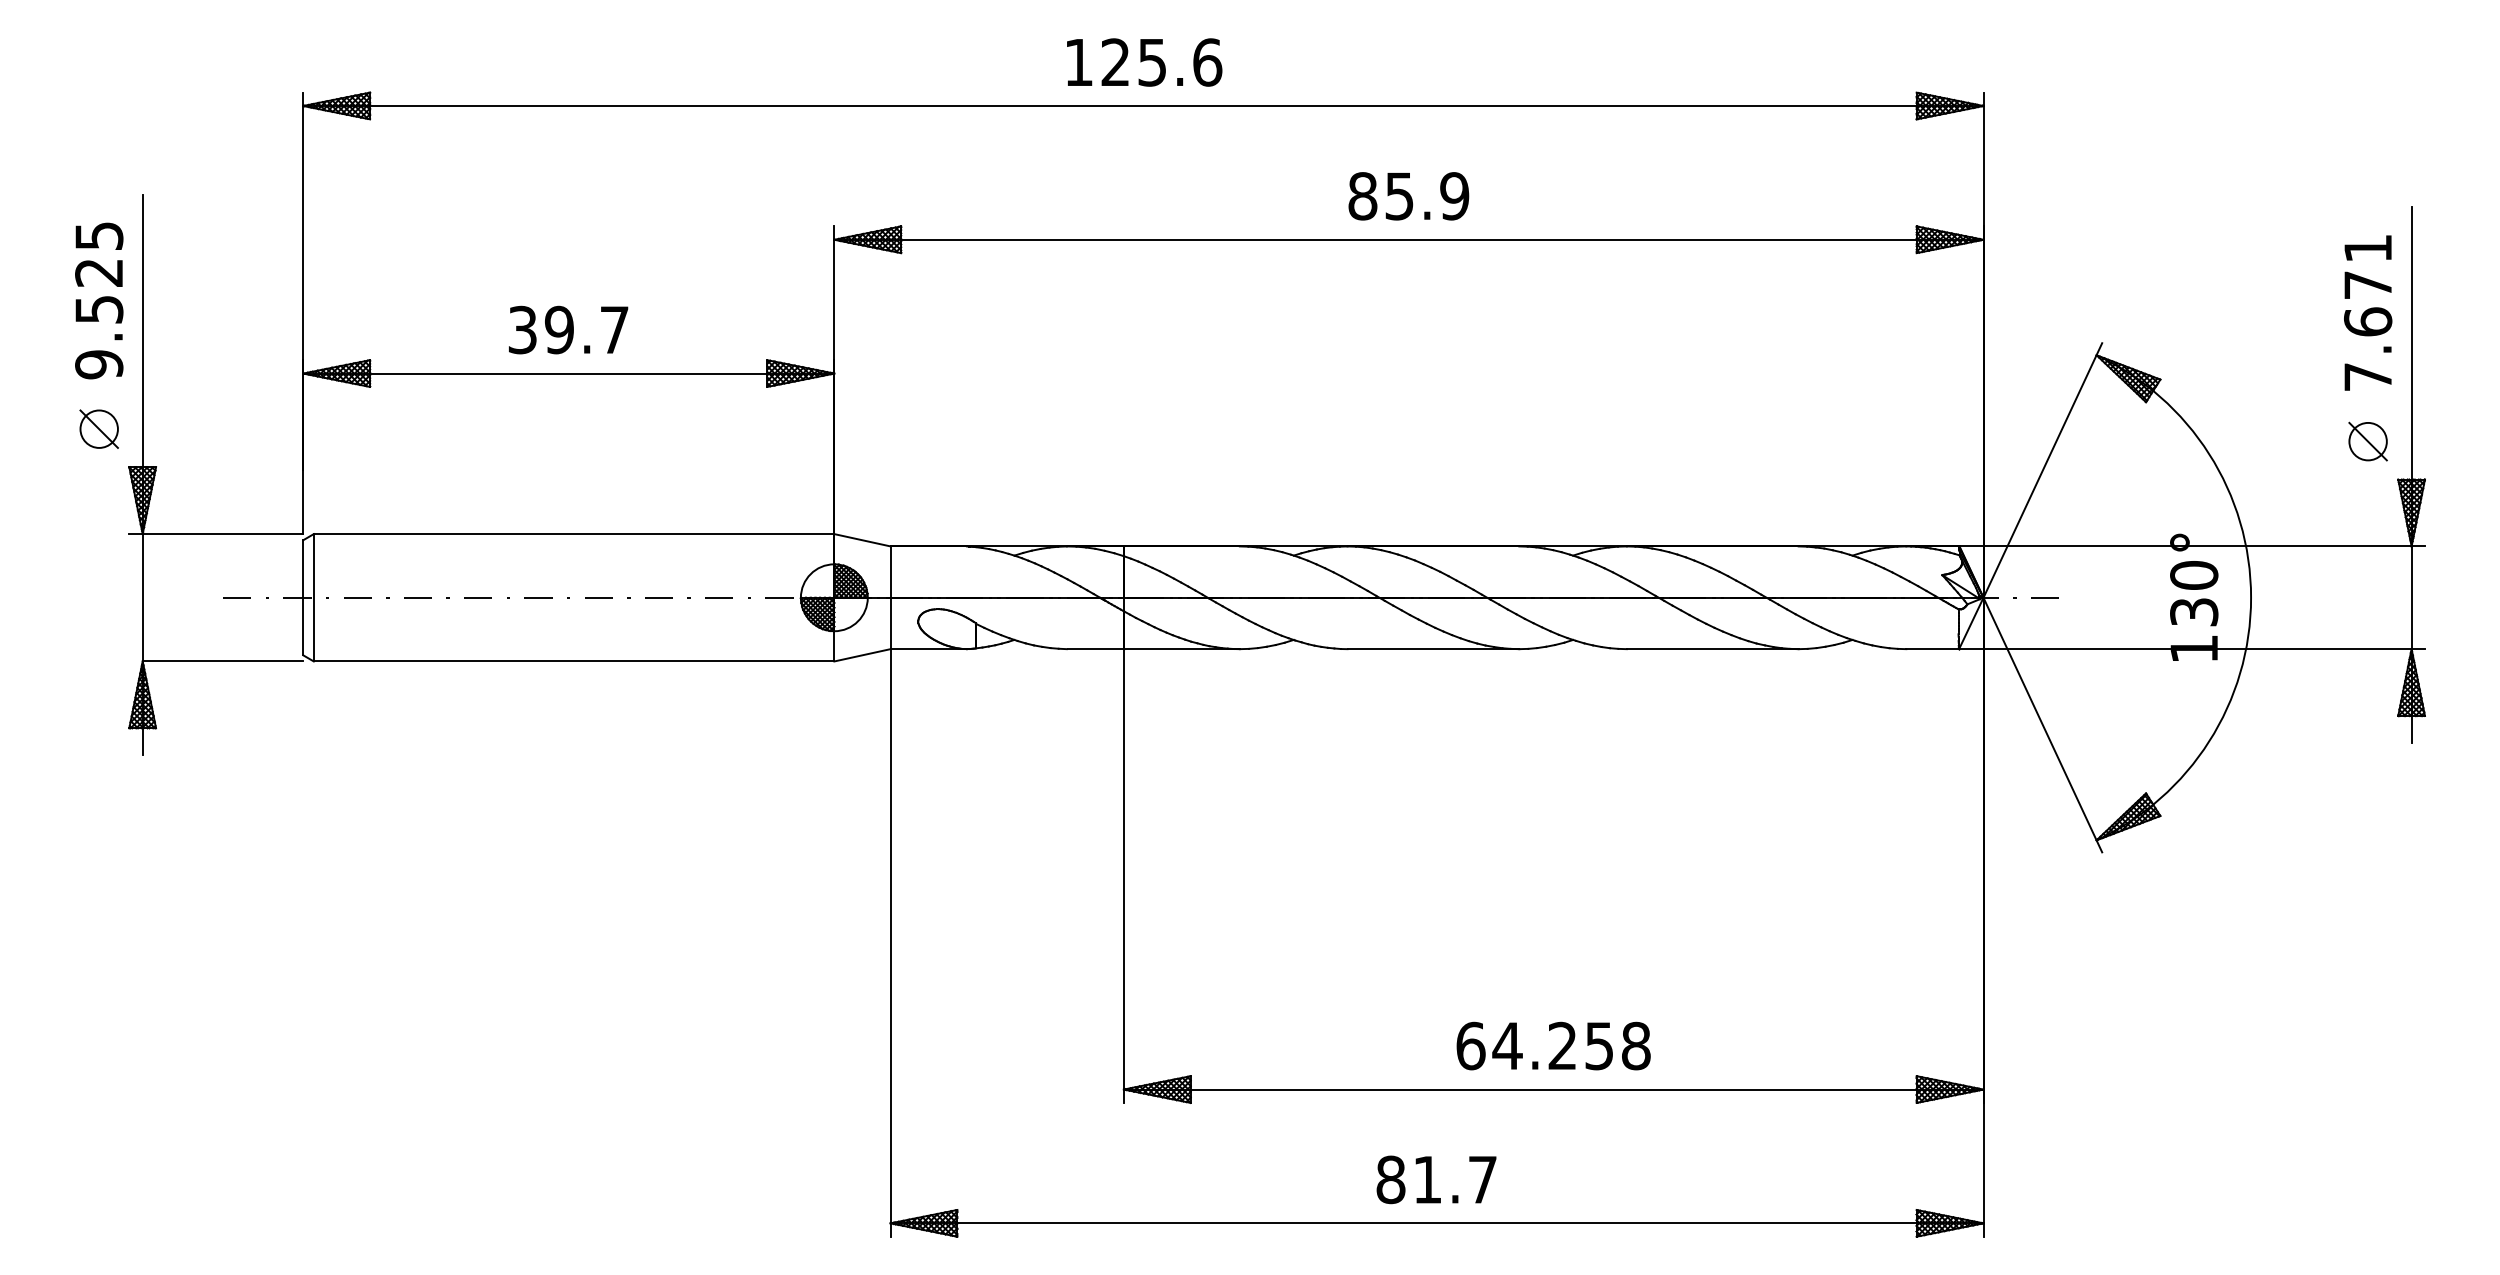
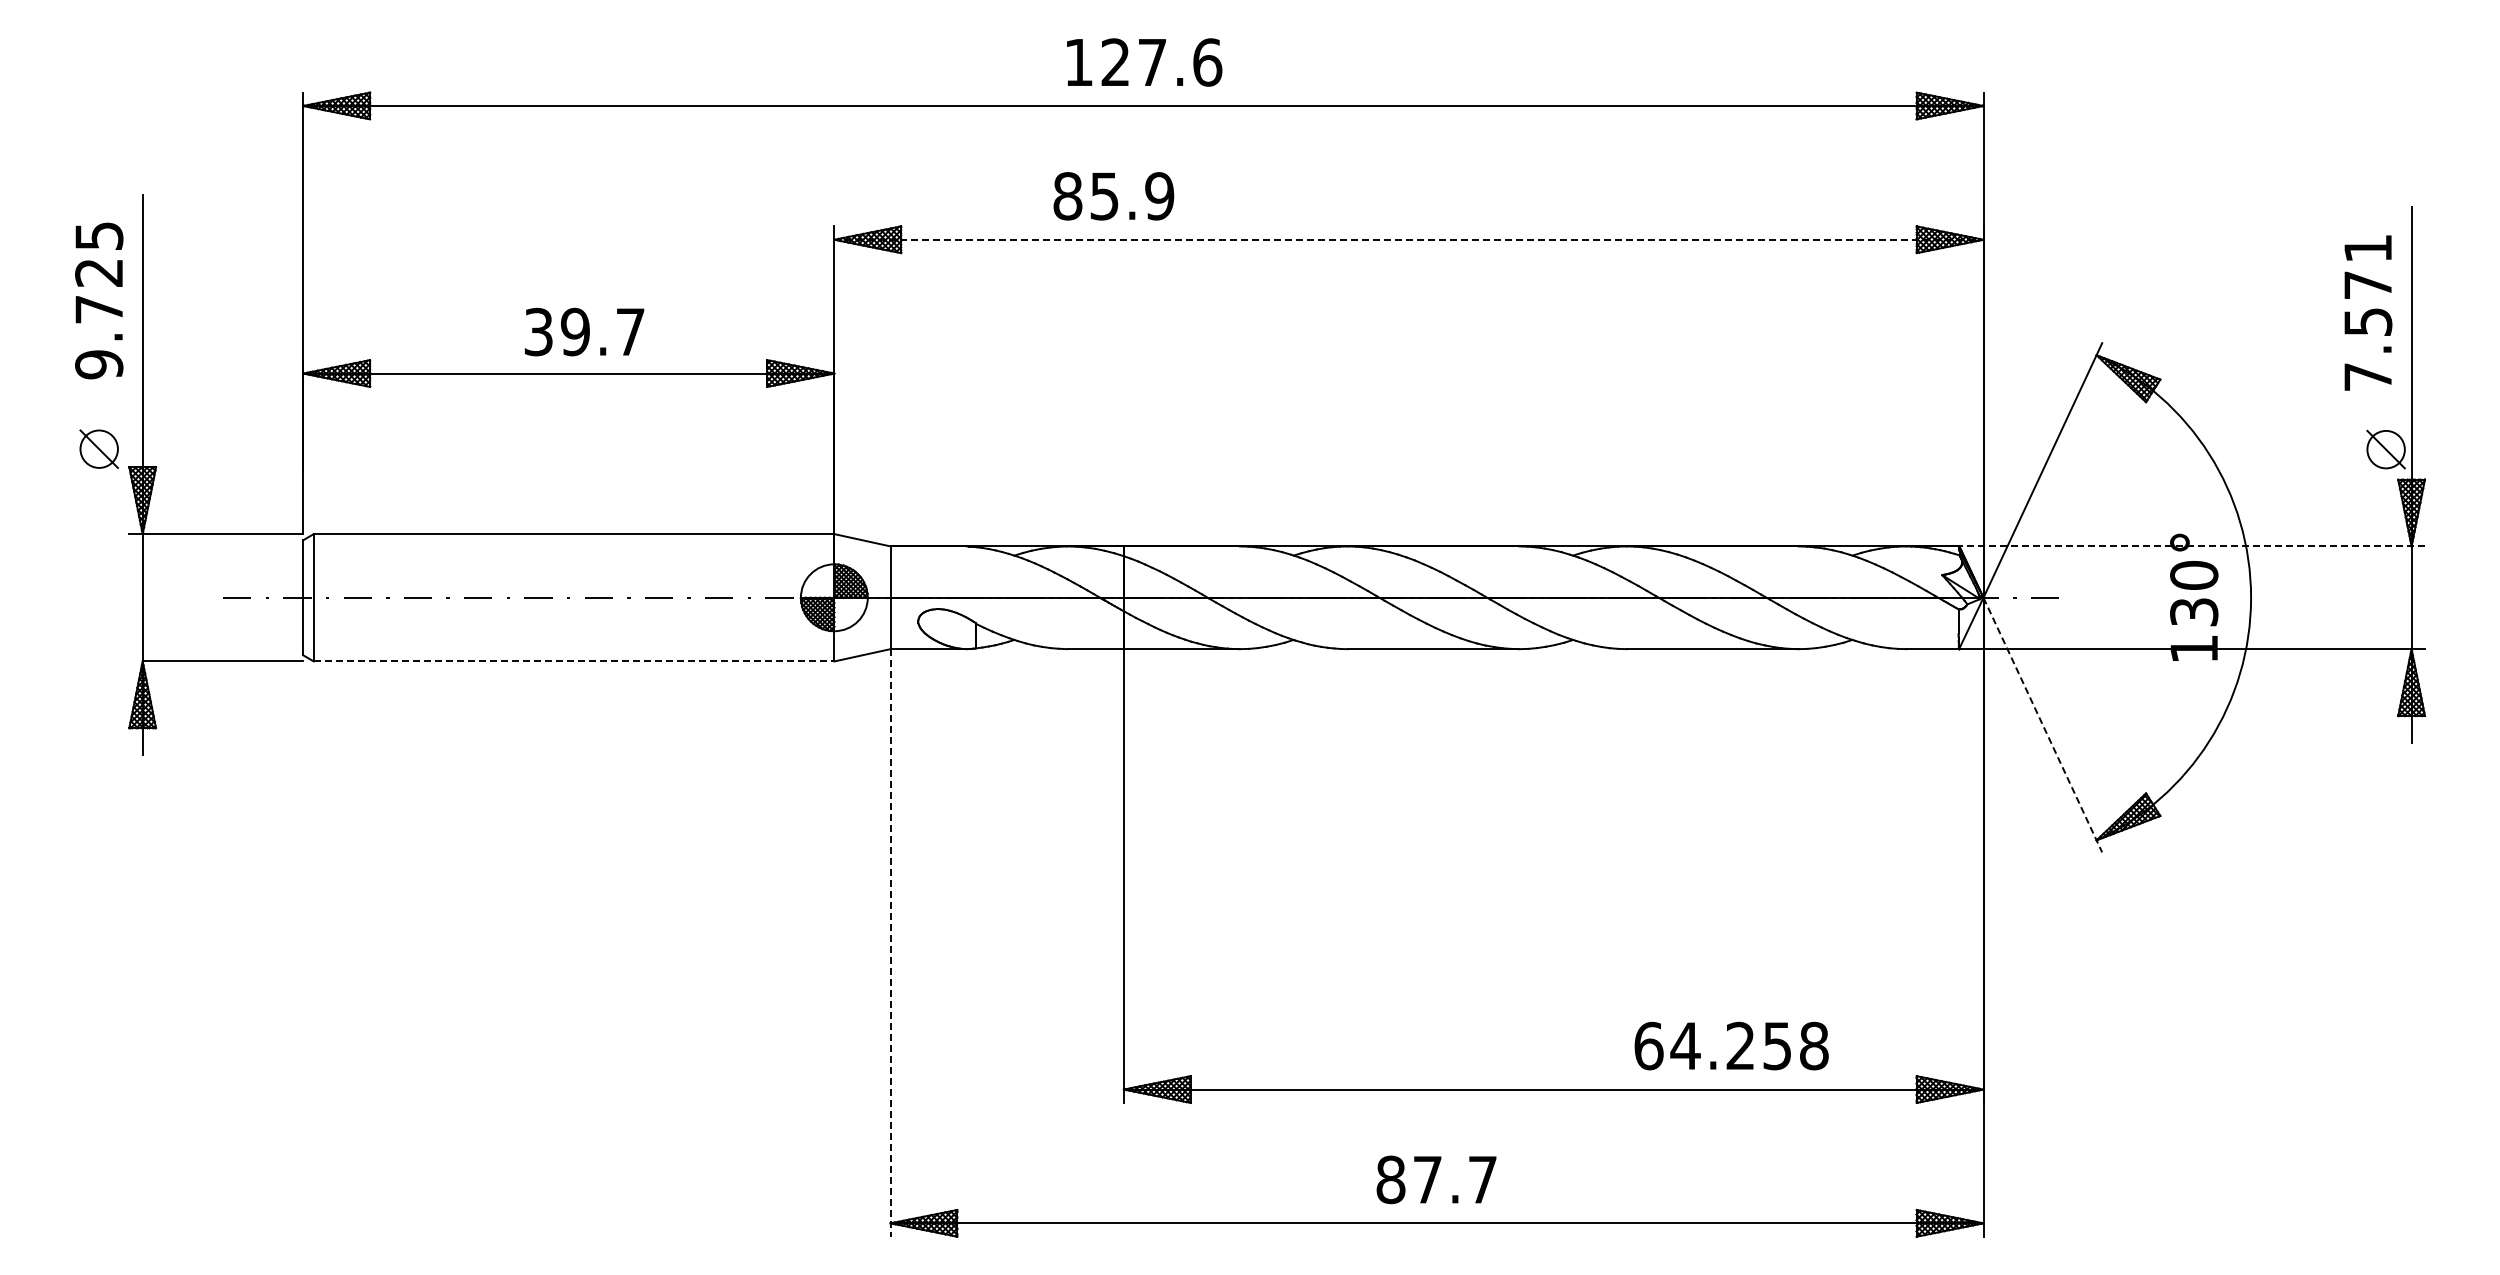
text at (1151, 62): 125.6 -> 127.6
text at (1408, 196) position: (1408, 196) -> (1113, 196)
line at (1408, 239): solid -> dashed
text at (99, 309): 9.525 -> 9.725
text at (2368, 321): 7.671 -> 7.571
text at (568, 329) position: (568, 329) -> (584, 331)
part at (98, 428) position: (98, 428) -> (98, 448)
part at (2367, 441) position: (2367, 441) -> (2385, 449)
line at (2192, 546): solid -> dashed
line at (574, 661): solid -> dashed
line at (2043, 725): solid -> dashed
line at (890, 942): solid -> dashed
text at (1553, 1045) position: (1553, 1045) -> (1731, 1045)
text at (1427, 1179): 81.7 -> 87.7
